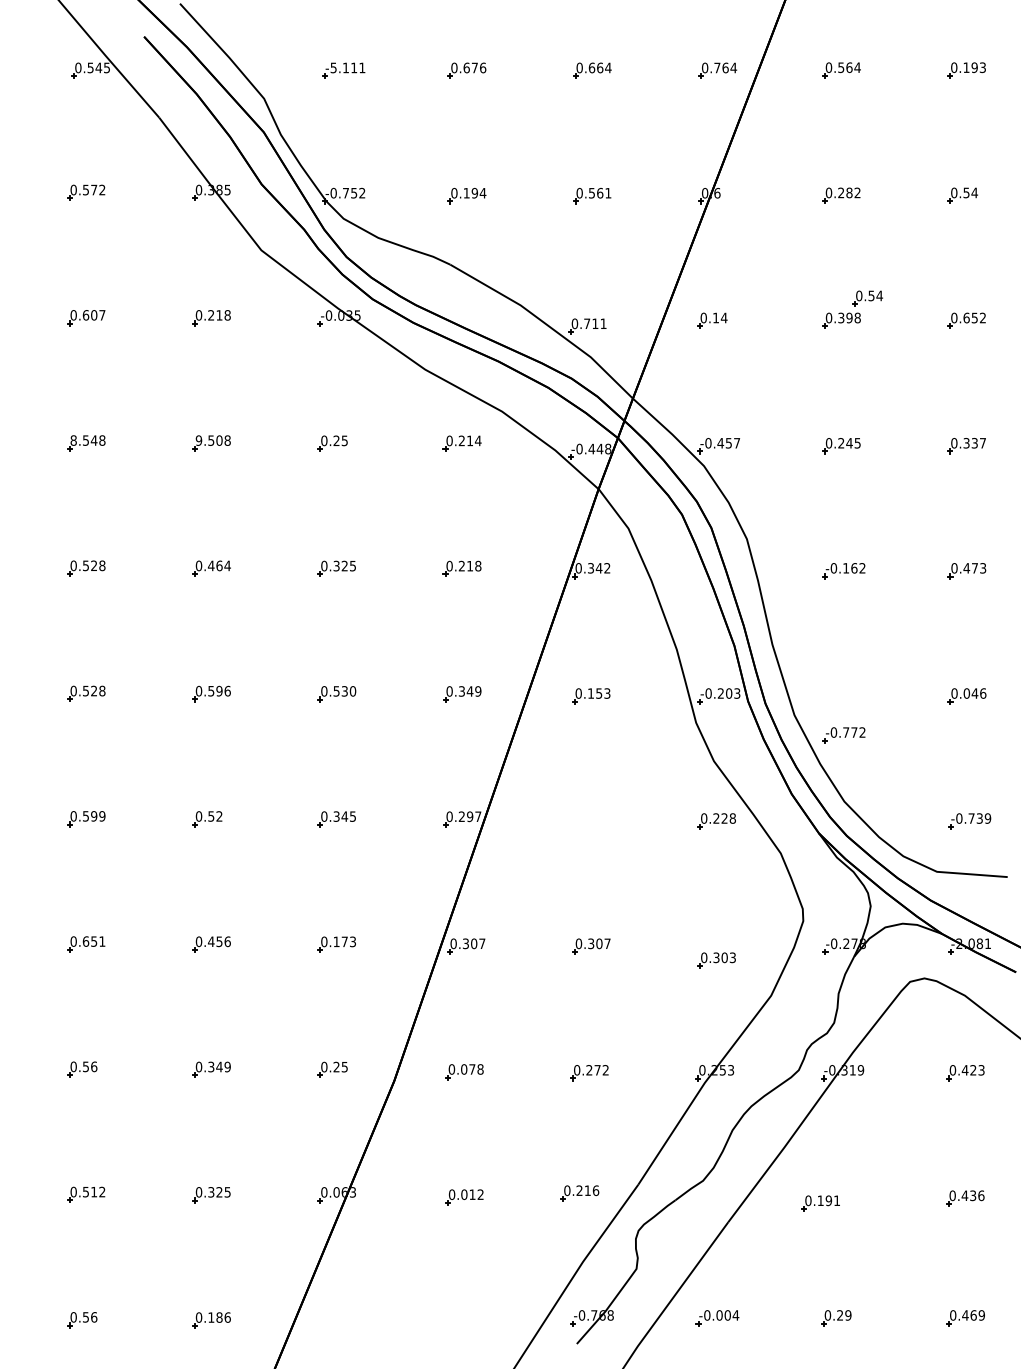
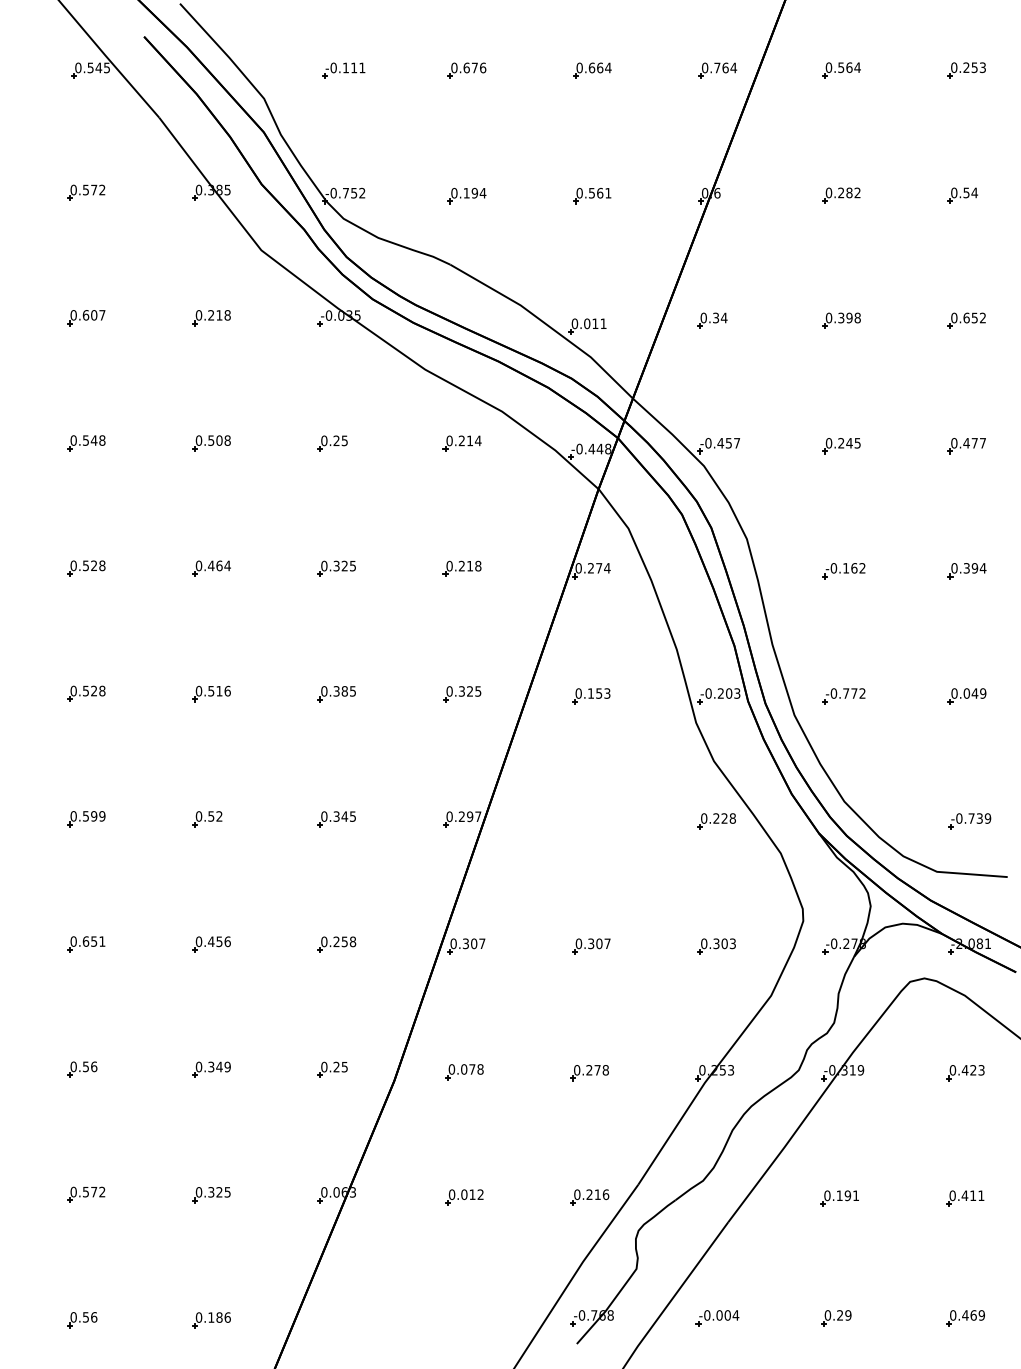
text at (333, 67): -5.111 -> -0.111
text at (970, 67): 0.193 -> 0.253
part at (867, 298): present -> none
text at (716, 317): 0.14 -> 0.34
text at (587, 323): 0.711 -> 0.011
text at (73, 440): 8.548 -> 0.548
text at (198, 440): 9.508 -> 0.508
text at (970, 442): 0.337 -> 0.477
text at (599, 568): 0.342 -> 0.274
text at (974, 568): 0.473 -> 0.394
text at (219, 690): 0.596 -> 0.516
text at (345, 691): 0.530 -> 0.385
text at (473, 691): 0.349 -> 0.325
text at (983, 693): 0.046 -> 0.049
part at (843, 735) position: (843, 735) -> (843, 696)
text at (344, 941): 0.173 -> 0.258
part at (716, 960) position: (716, 960) -> (716, 946)
text at (605, 1070): 0.272 -> 0.278
text at (94, 1191): 0.512 -> 0.572
part at (579, 1193) position: (579, 1193) -> (589, 1197)
text at (977, 1195): 0.436 -> 0.411
part at (820, 1203) position: (820, 1203) -> (839, 1198)
